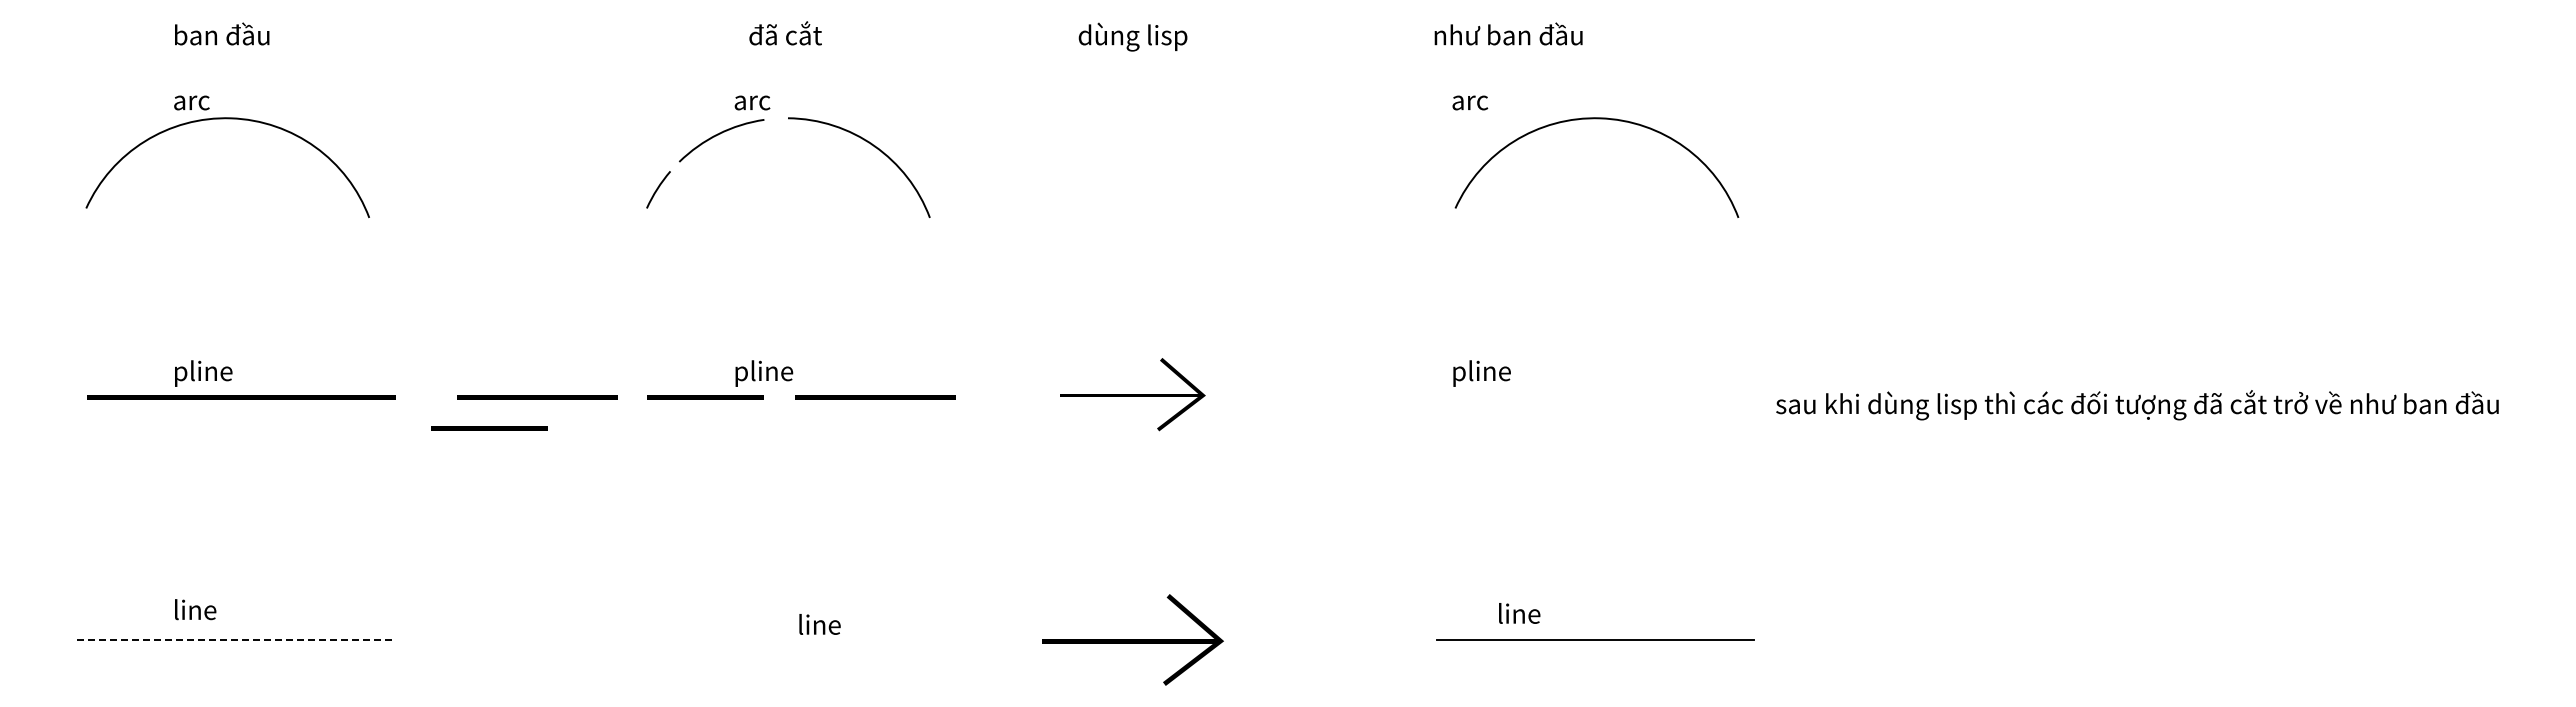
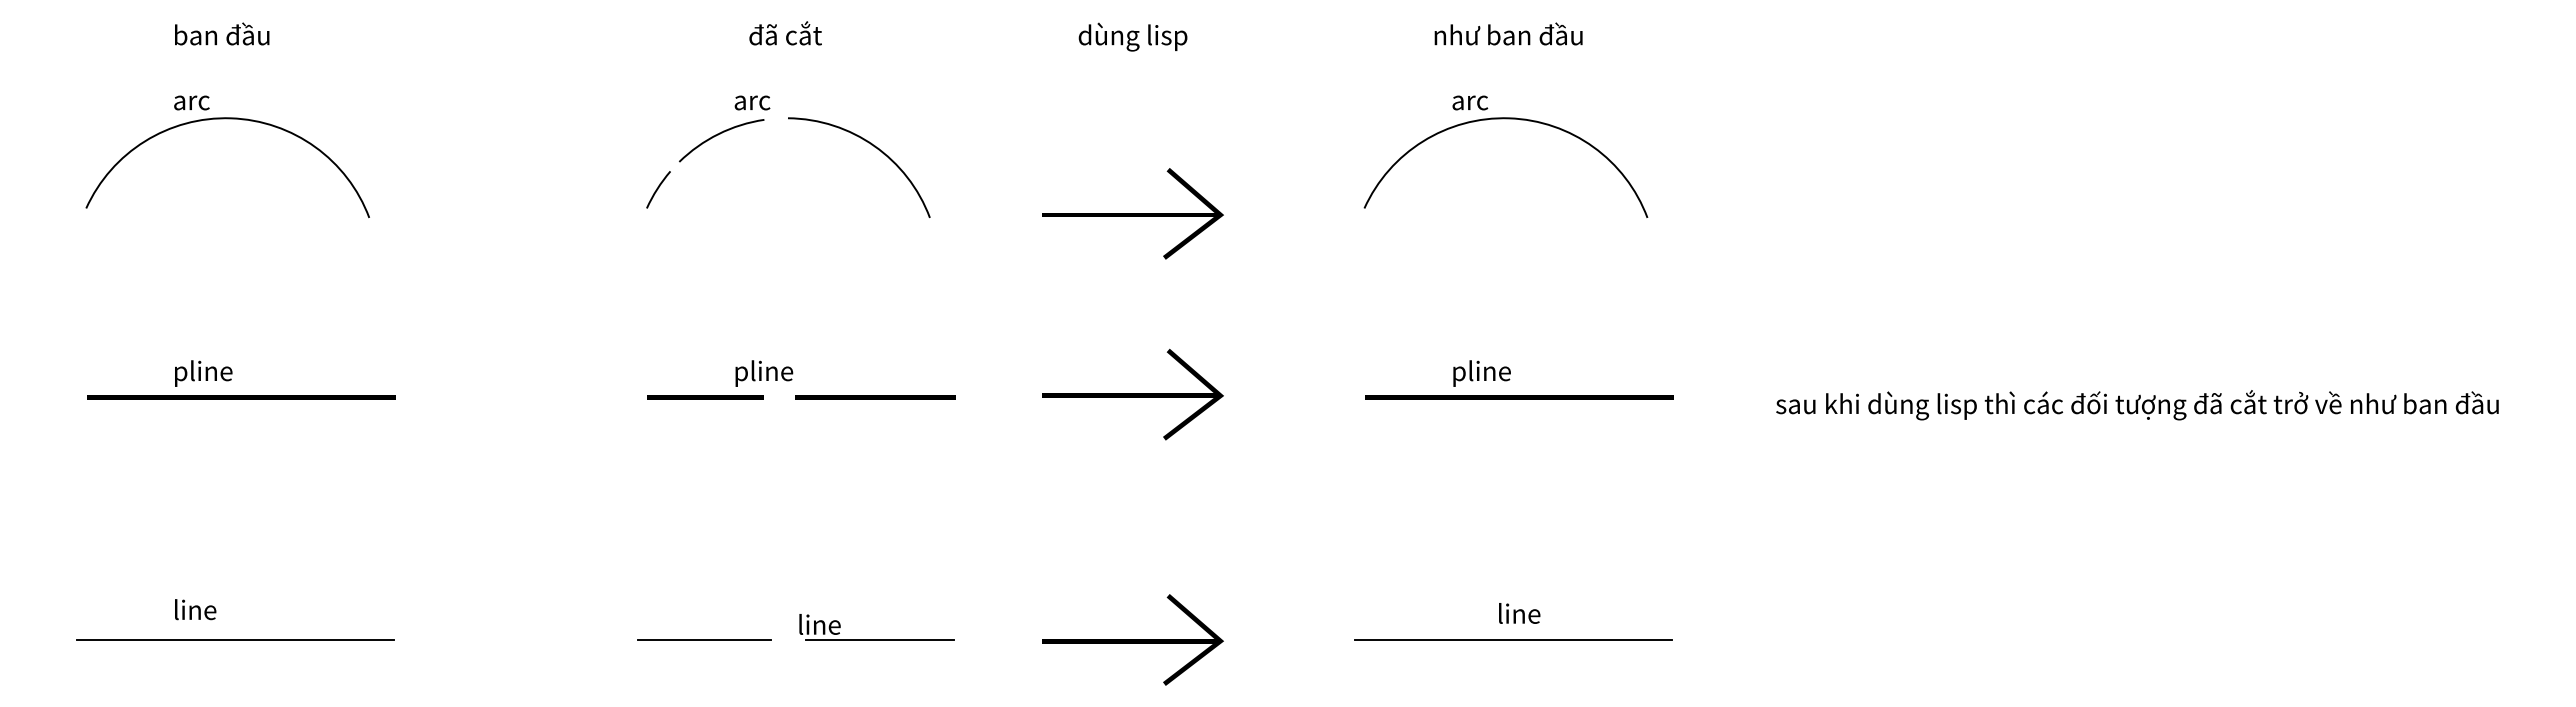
arc at (1596, 119) position: (1596, 119) -> (1505, 119)
part at (1132, 213): none -> present
part at (1132, 394) size: 146x74 px -> 182x93 px
line at (537, 397): present -> none
line at (1519, 397): none -> present
line at (489, 428): present -> none
line at (235, 639): dashed -> solid
line at (703, 639): none -> present
line at (879, 639): none -> present
line at (1595, 639) position: (1595, 639) -> (1513, 639)
